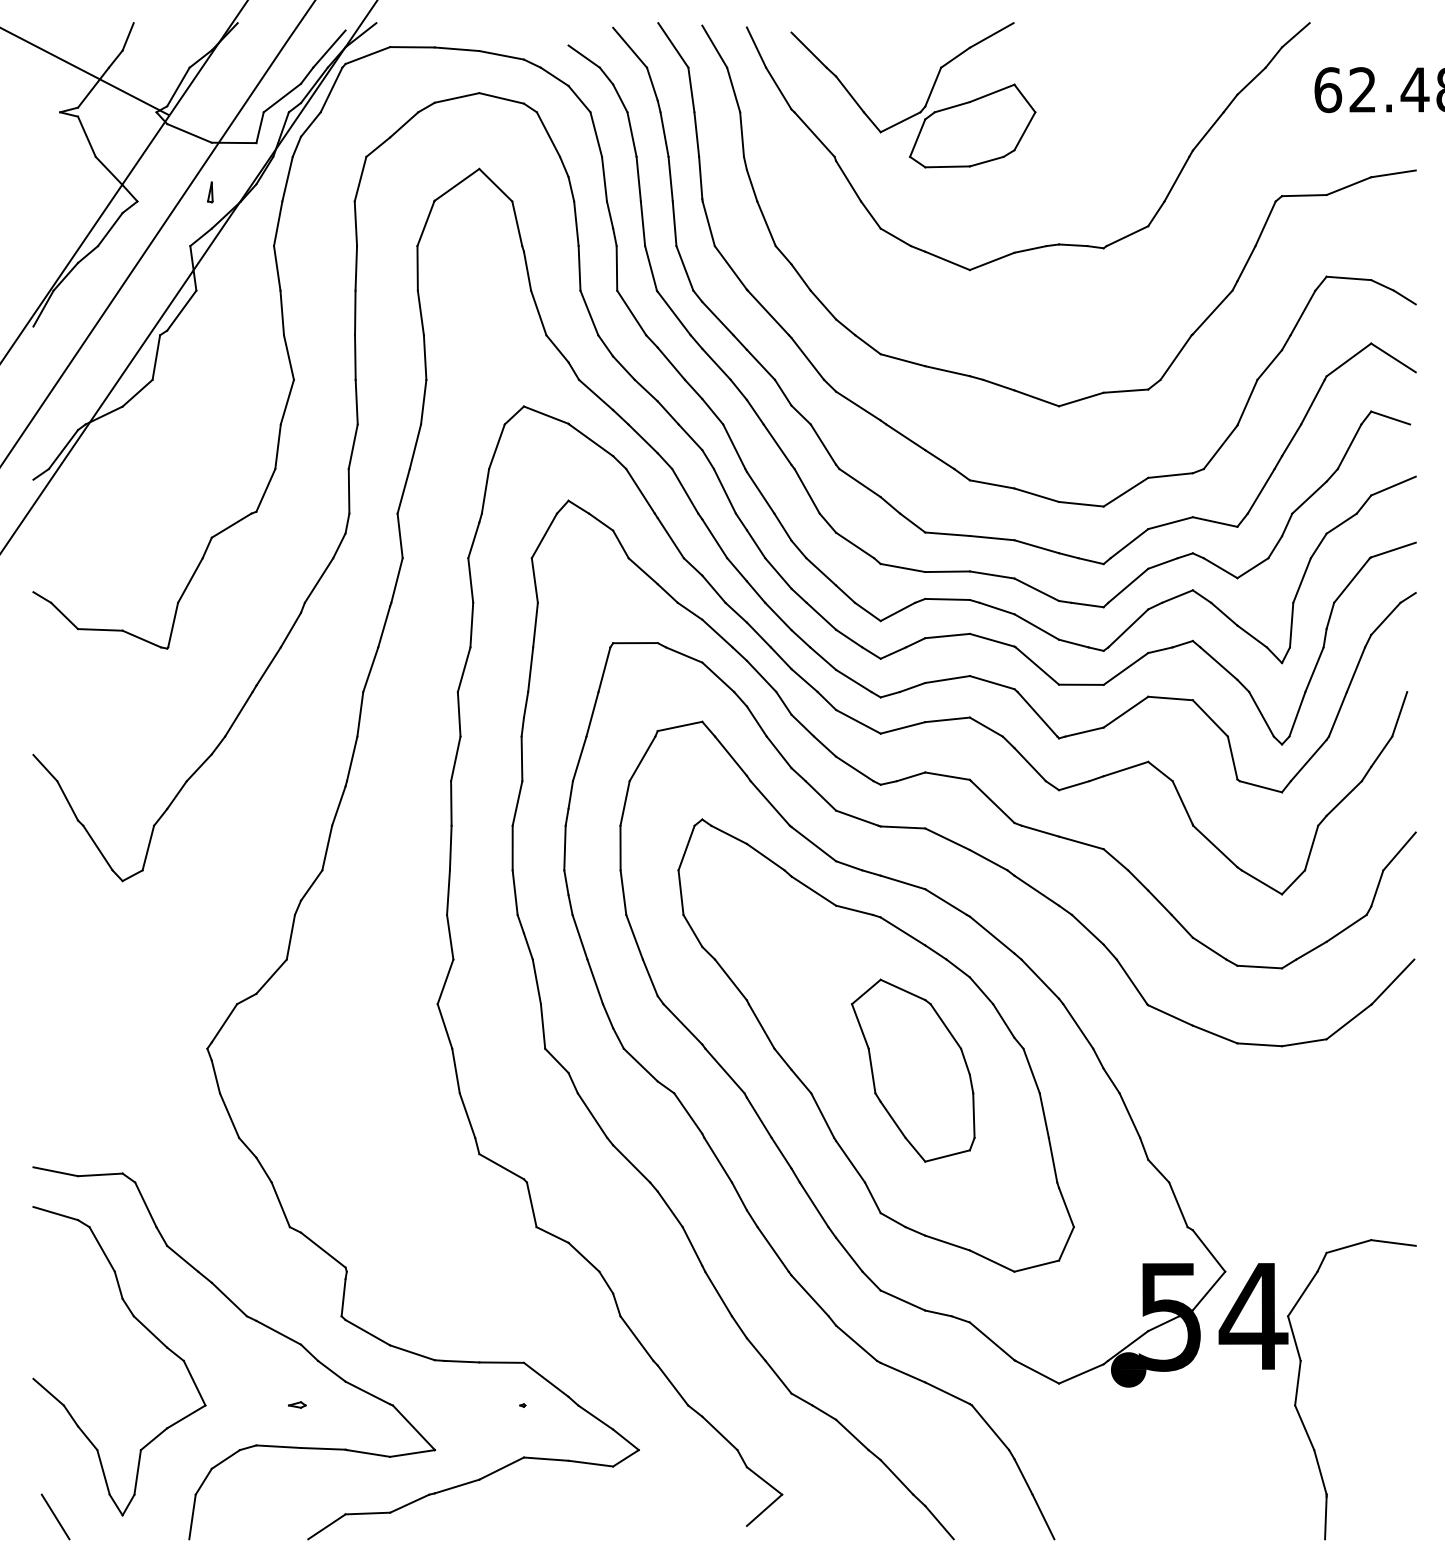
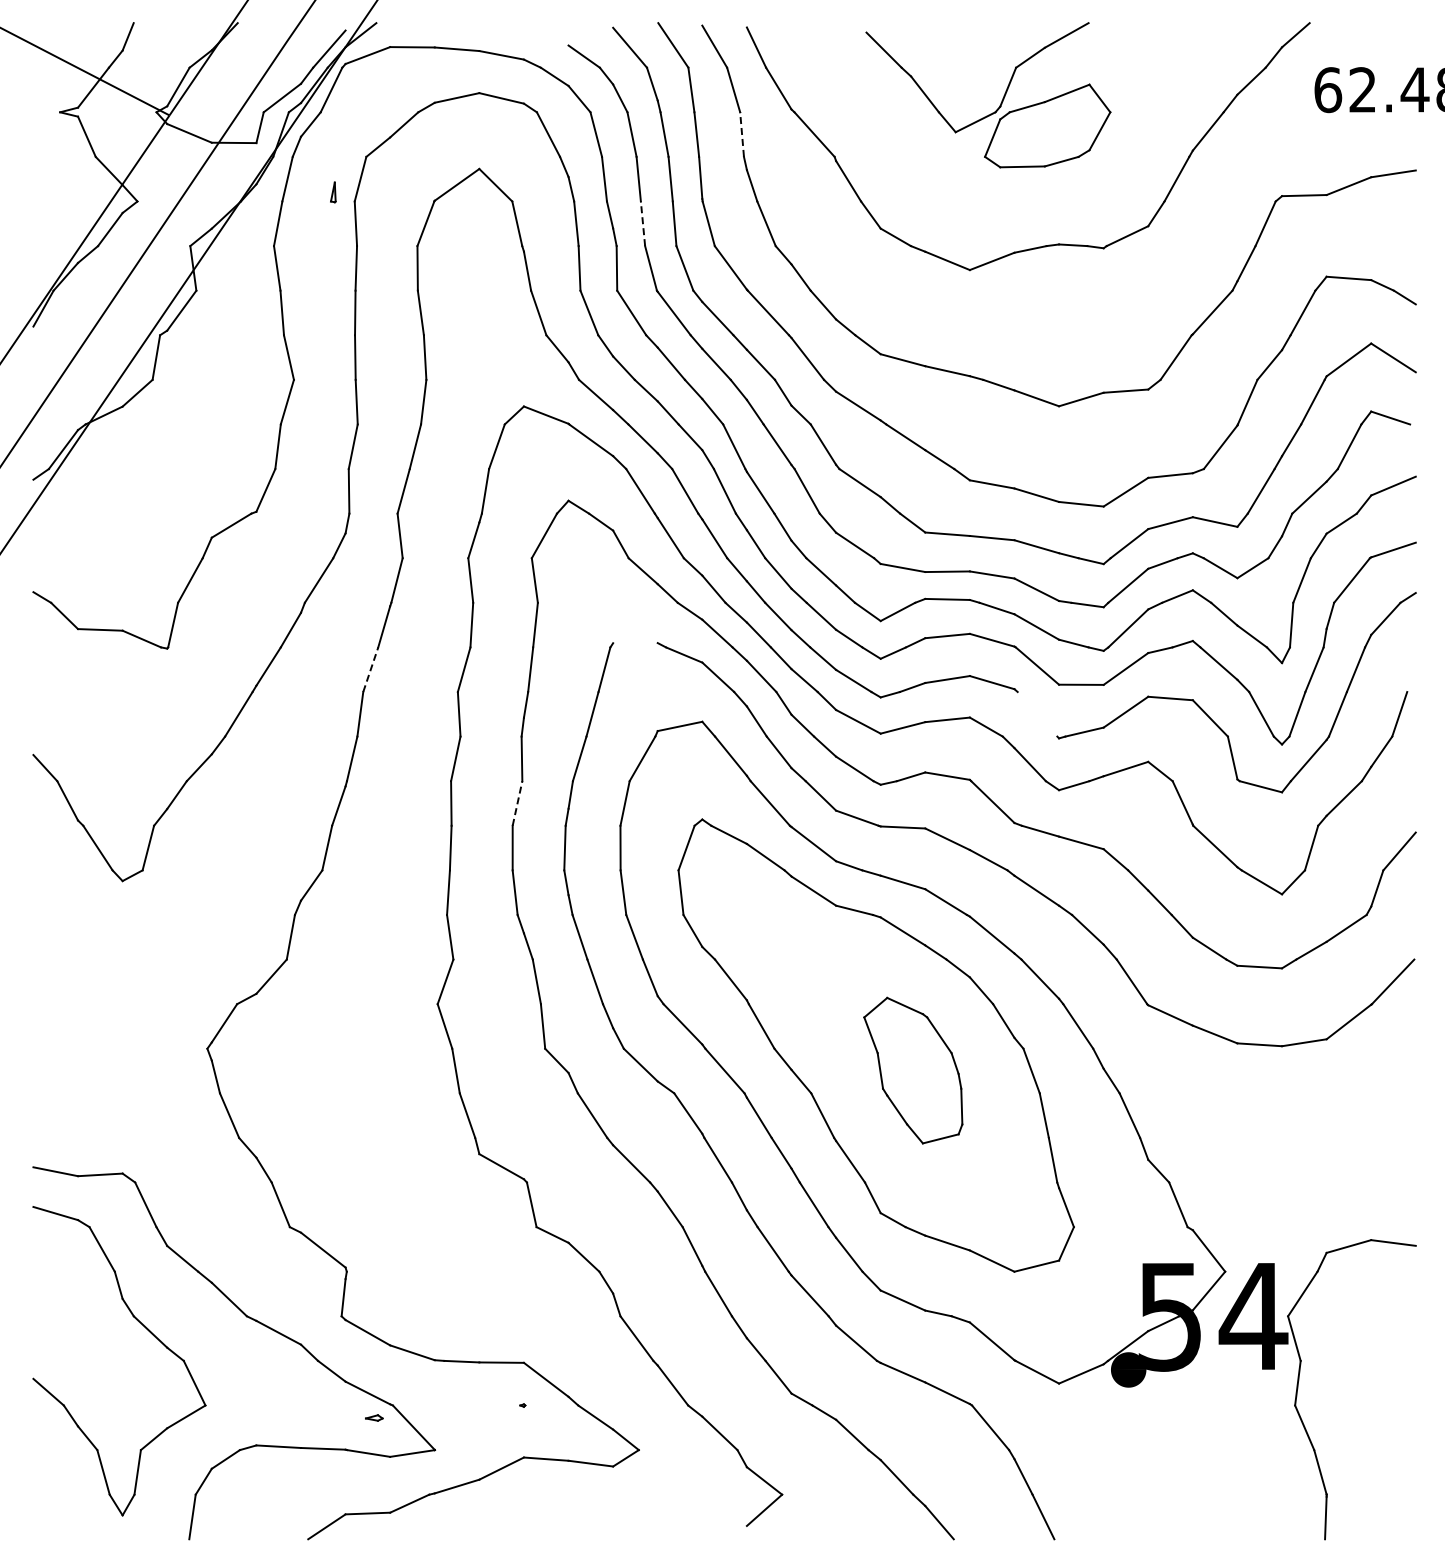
part at (926, 100) position: (926, 100) -> (1001, 100)
line at (742, 134): solid -> dashed
part at (210, 192) position: (210, 192) -> (333, 192)
line at (642, 223): solid -> dashed
line at (635, 643): present -> none
line at (370, 669): solid -> dashed
line at (1037, 714): present -> none
line at (517, 803): solid -> dashed
part at (913, 1070) size: 125x185 px -> 101x149 px
part at (297, 1404) position: (297, 1404) -> (374, 1417)
line at (55, 1516): present -> none
